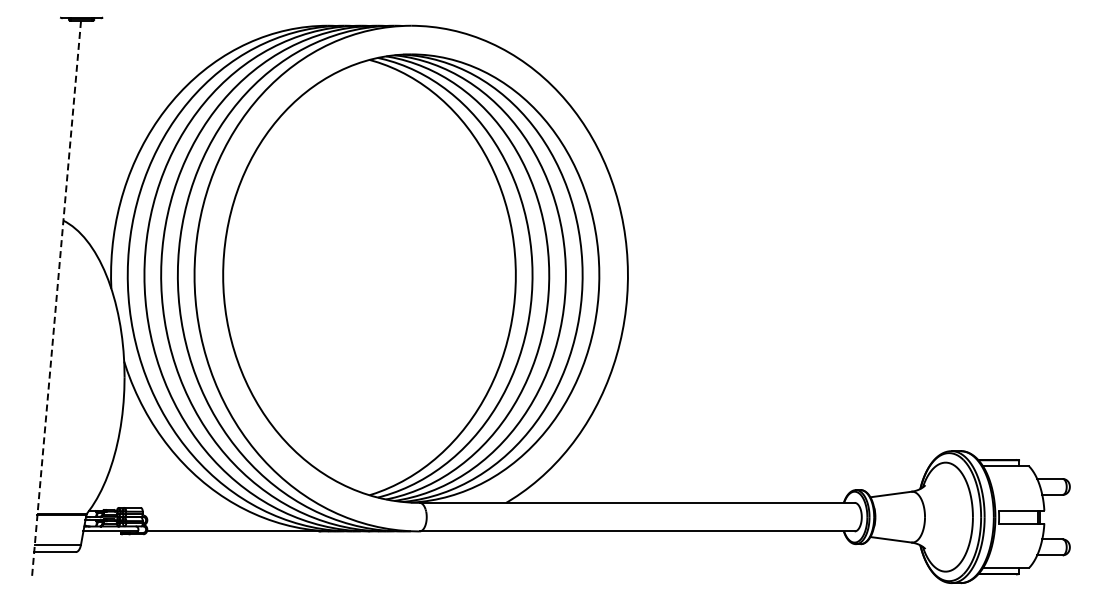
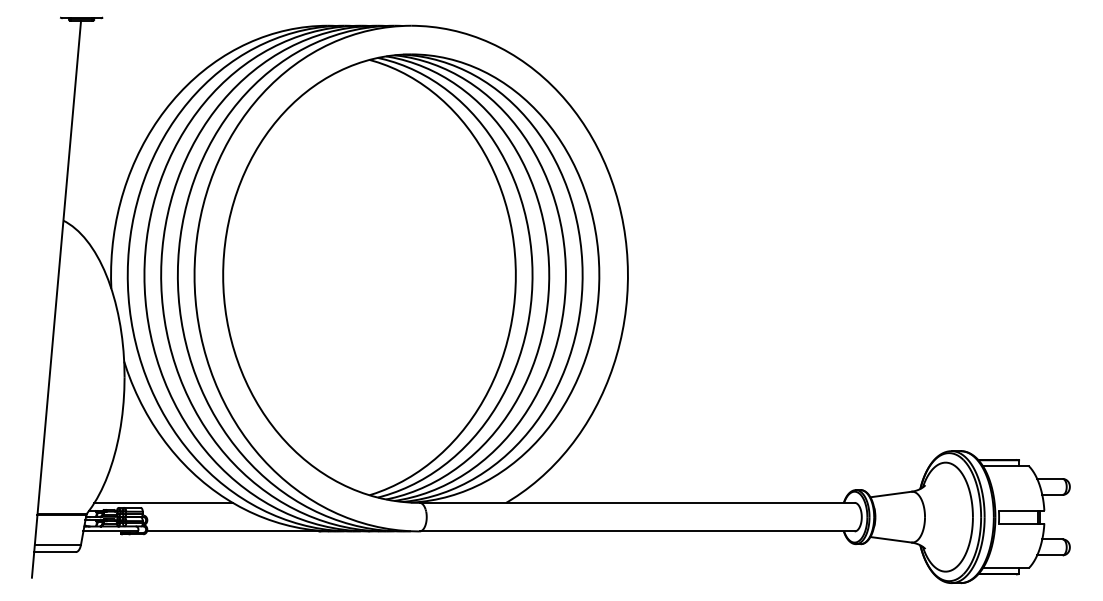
line at (56, 299): dashed -> solid
line at (163, 502): none -> present
